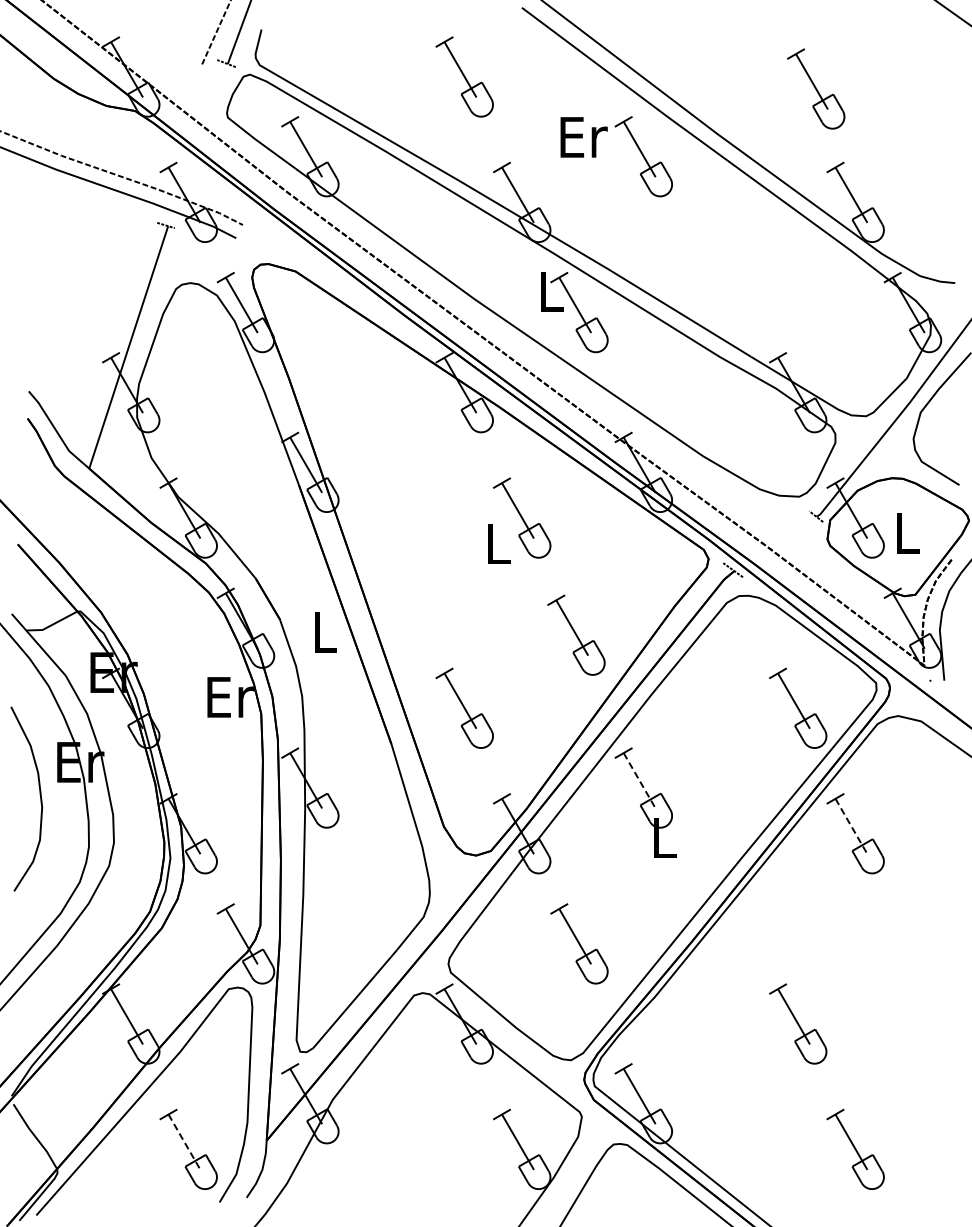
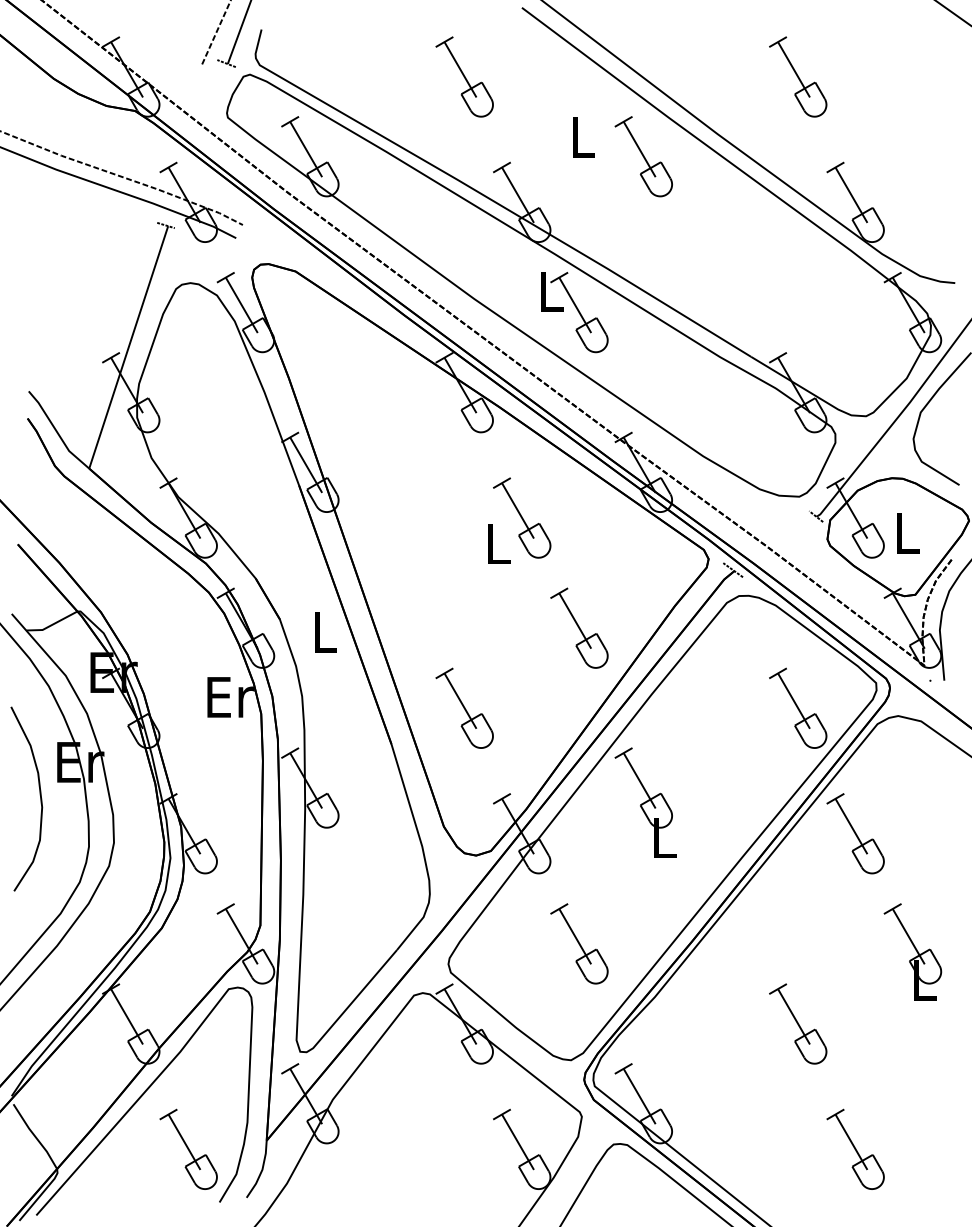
part at (816, 88) position: (816, 88) -> (798, 76)
text at (583, 137): Er -> L
part at (576, 634) position: (576, 634) -> (579, 627)
line at (639, 780): dashed -> solid
line at (851, 826): dashed -> solid
part at (912, 951): none -> present
line at (184, 1142): dashed -> solid
